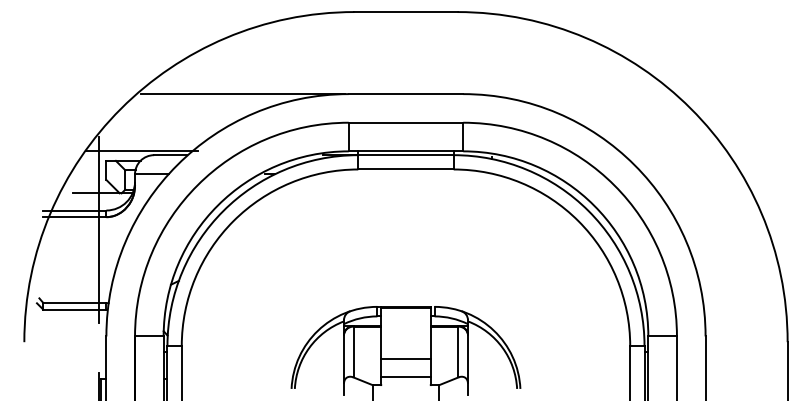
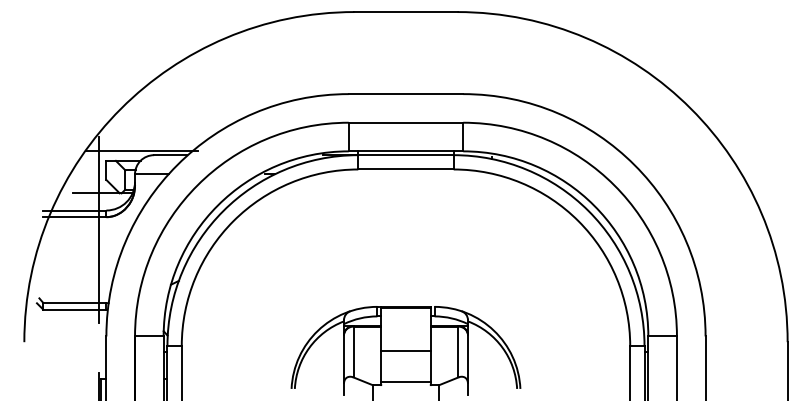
line at (242, 94): present -> none
line at (405, 359) position: (405, 359) -> (405, 351)
line at (405, 377) position: (405, 377) -> (405, 382)
